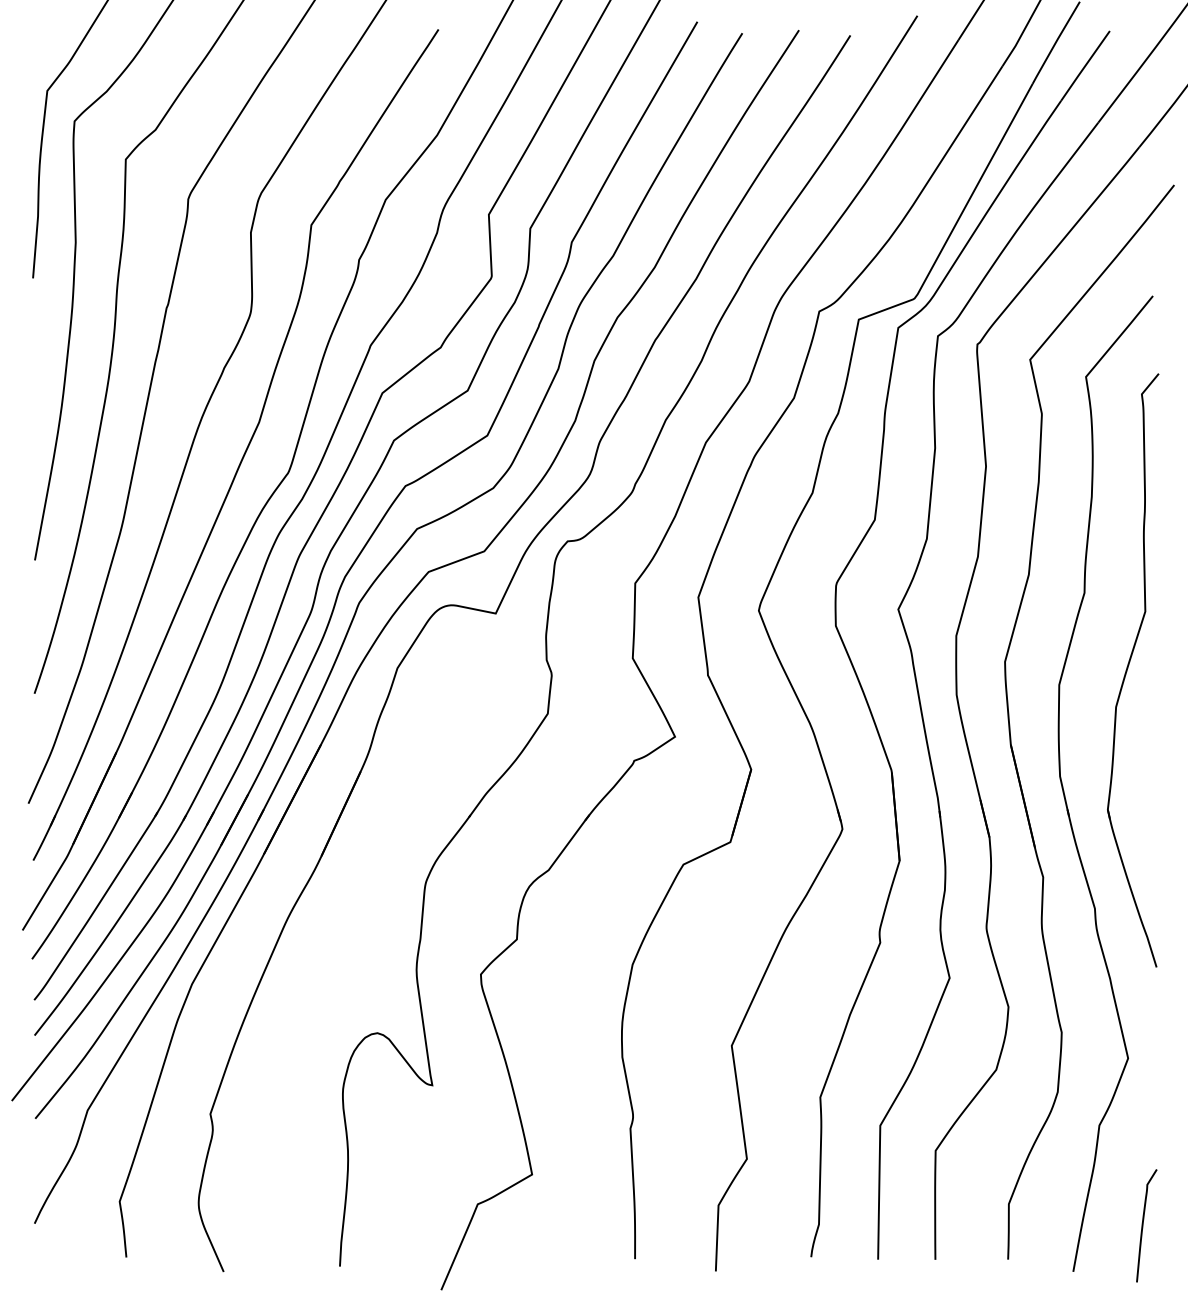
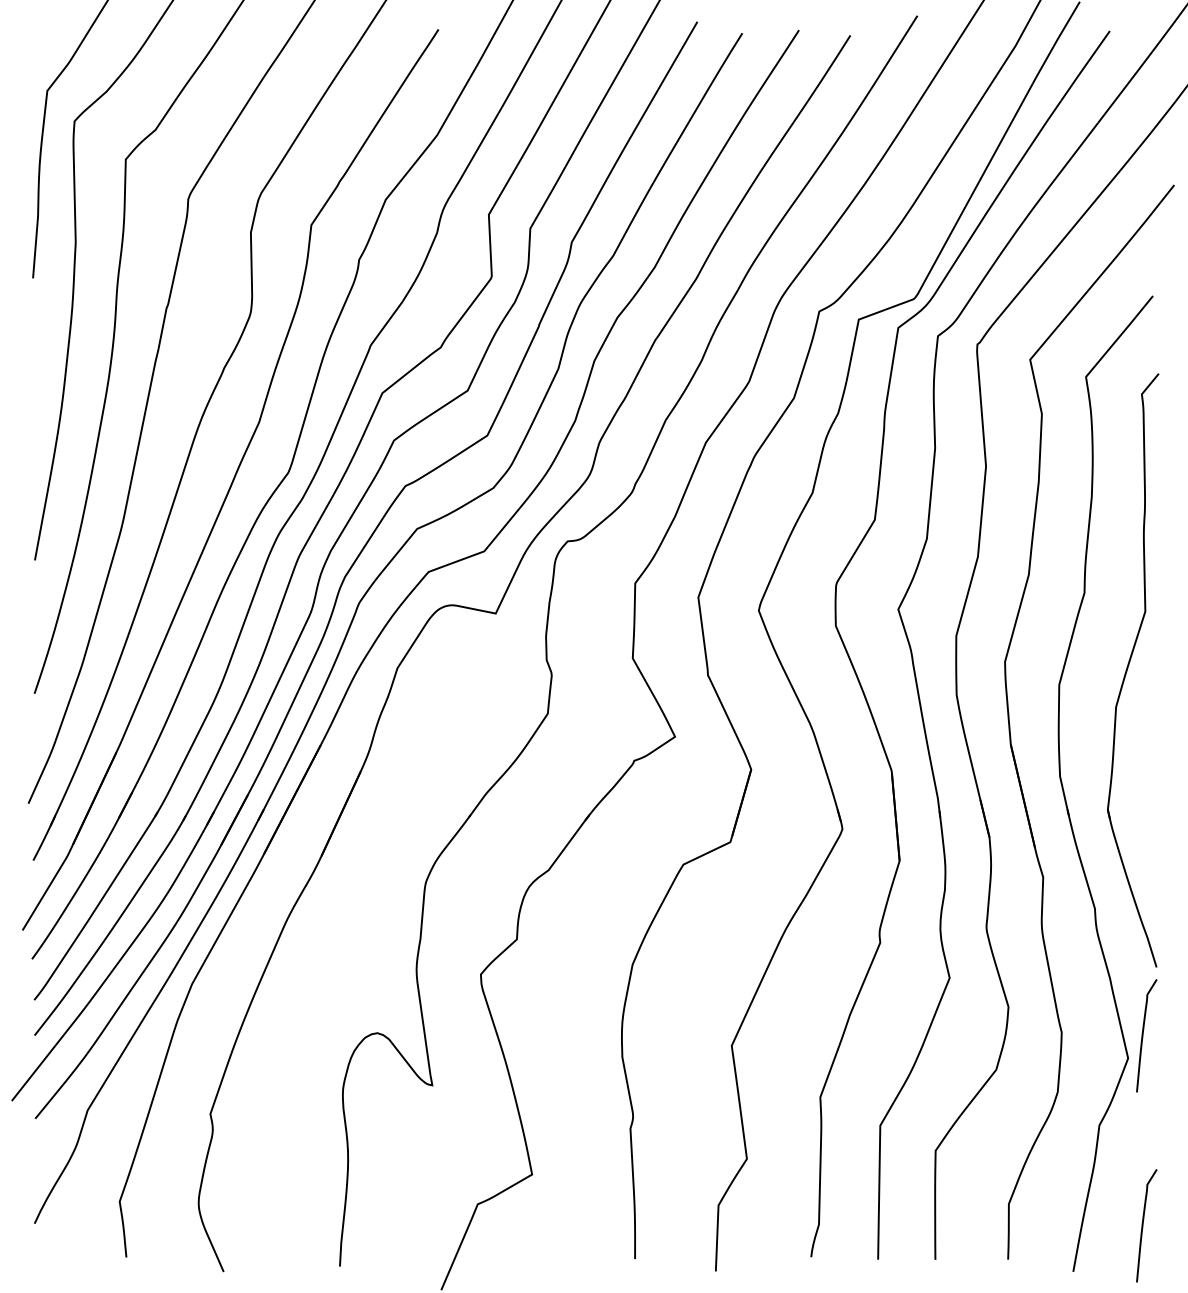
curve at (1143, 1035): none -> present
